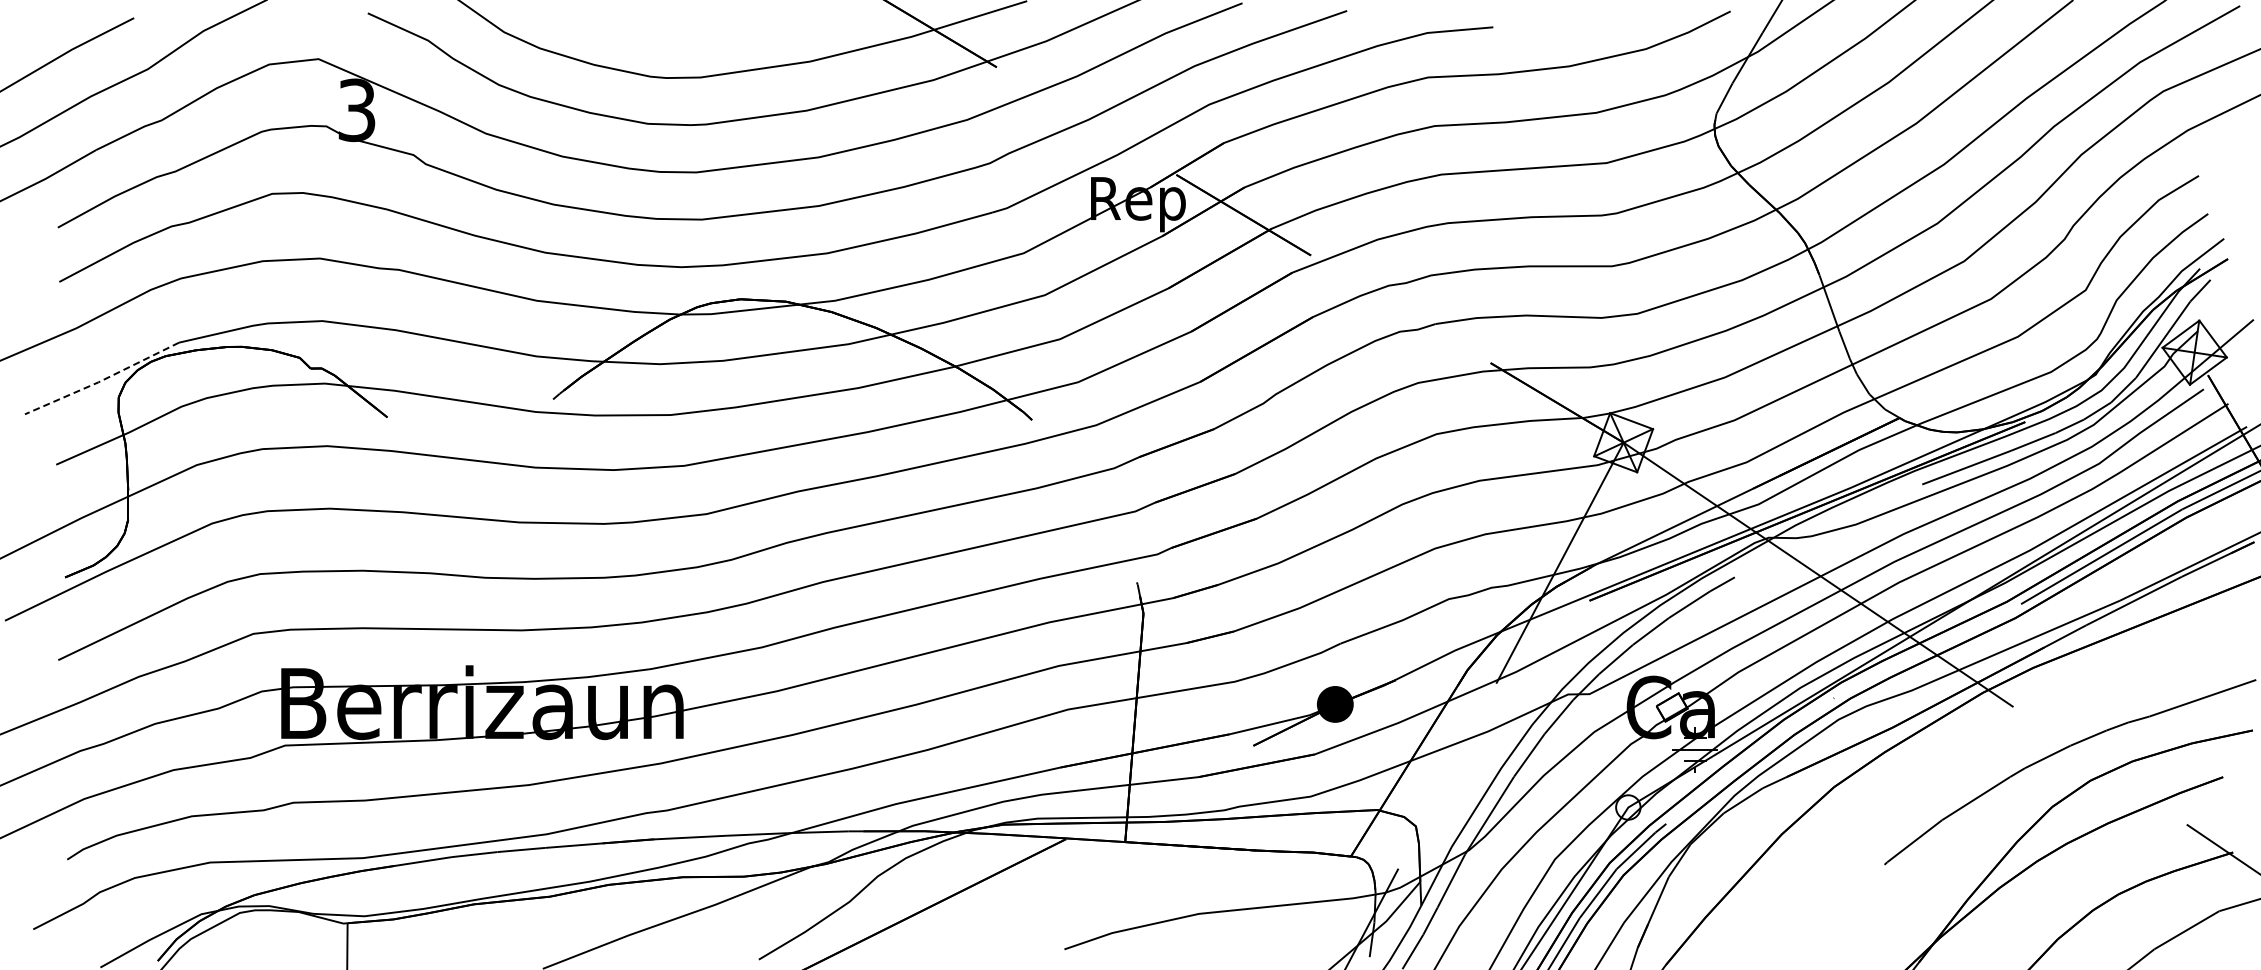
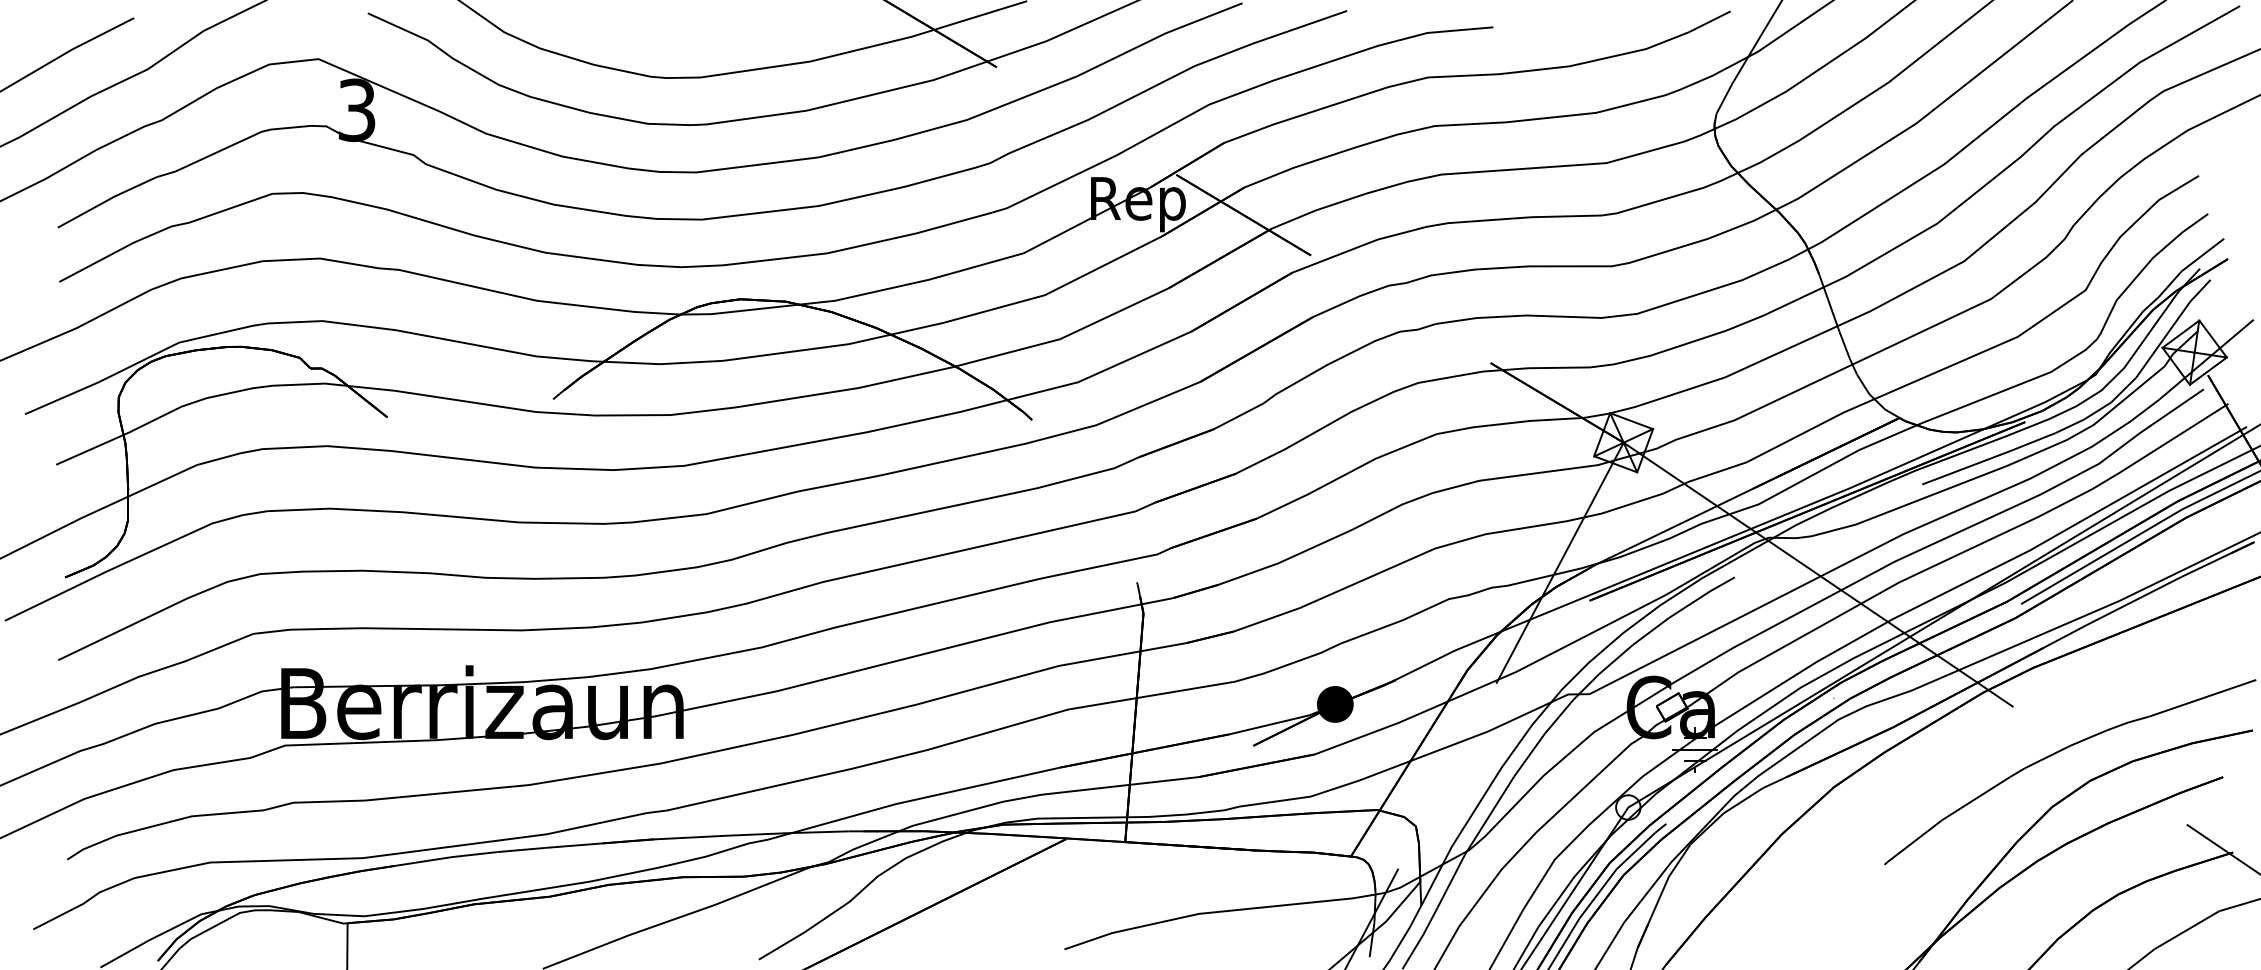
line at (102, 380): dashed -> solid
